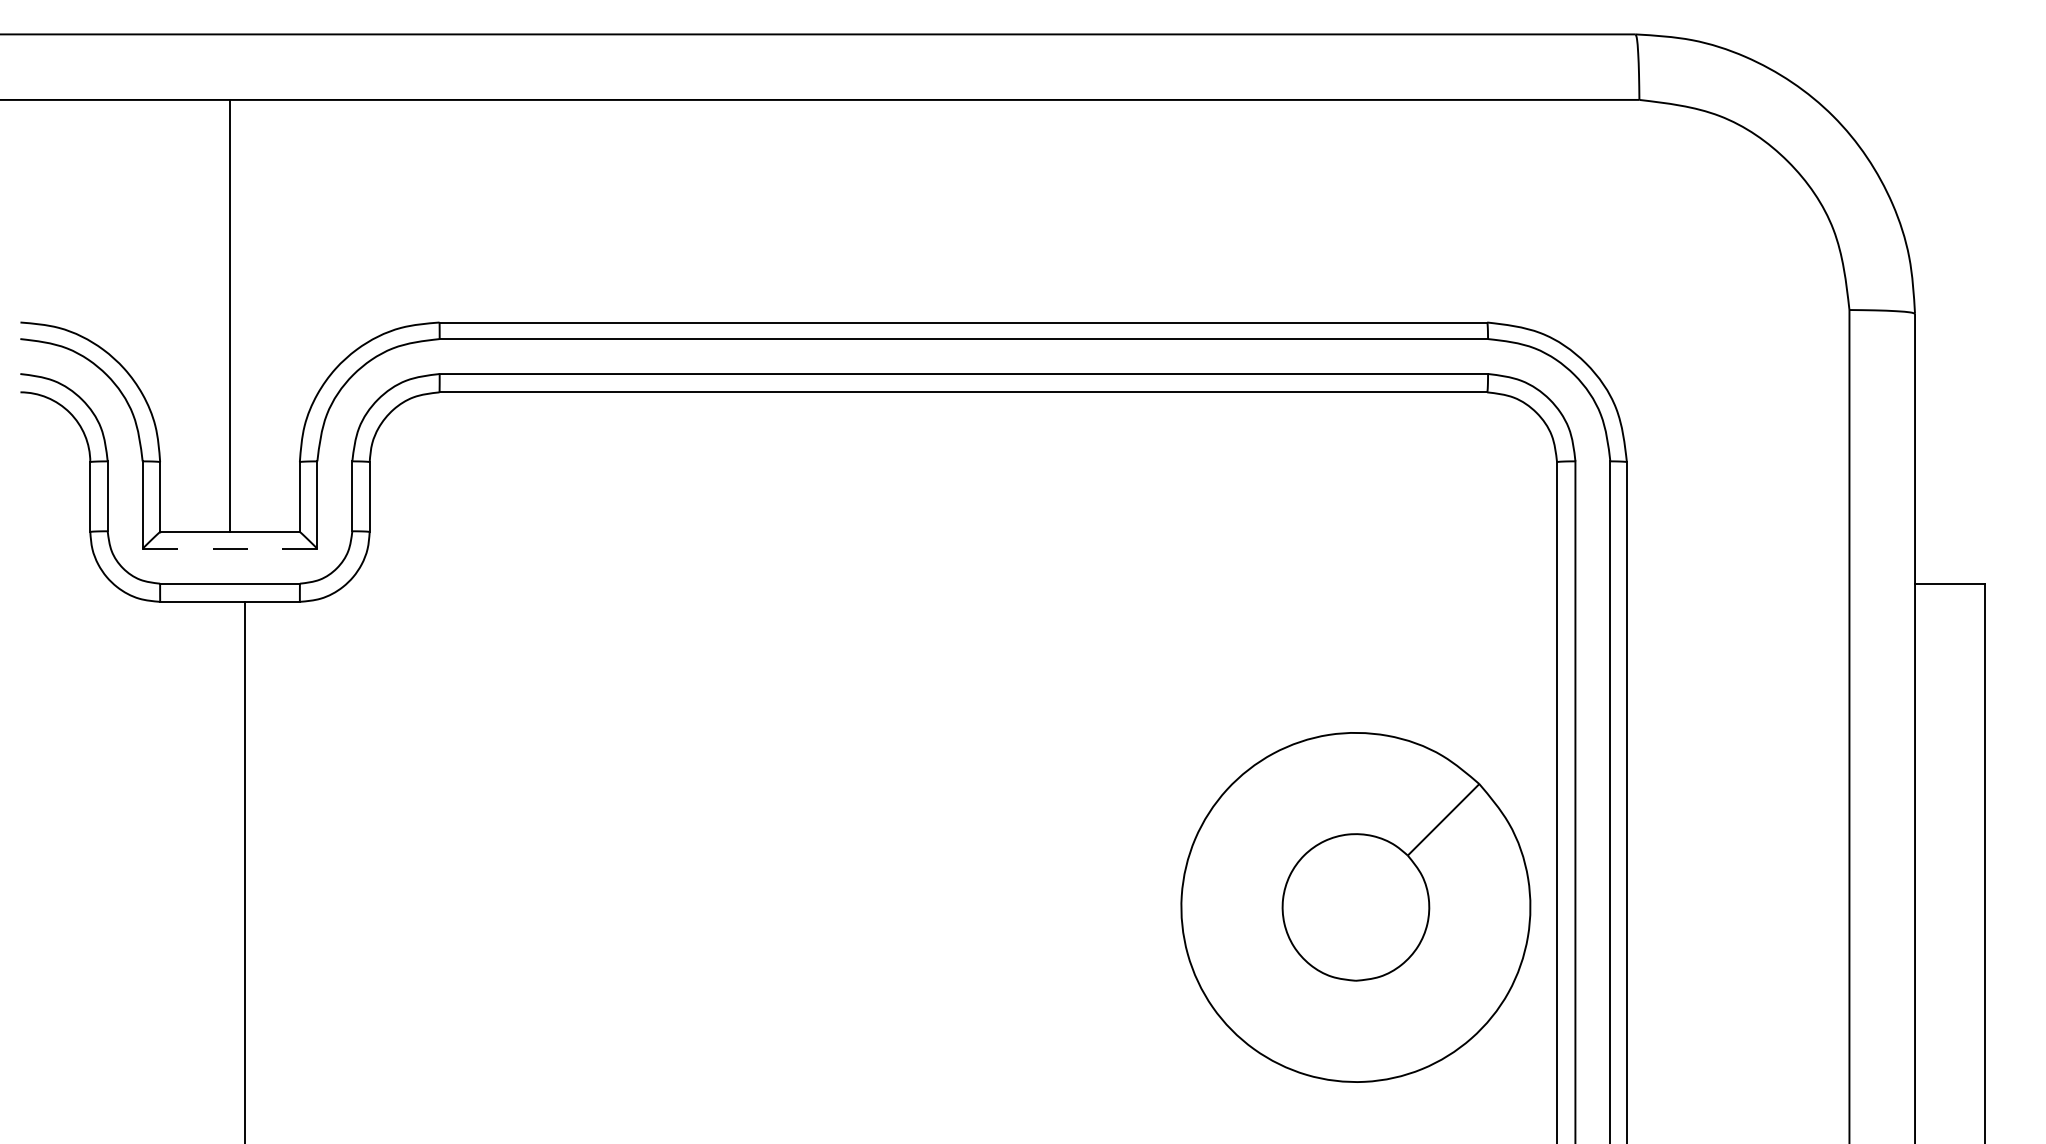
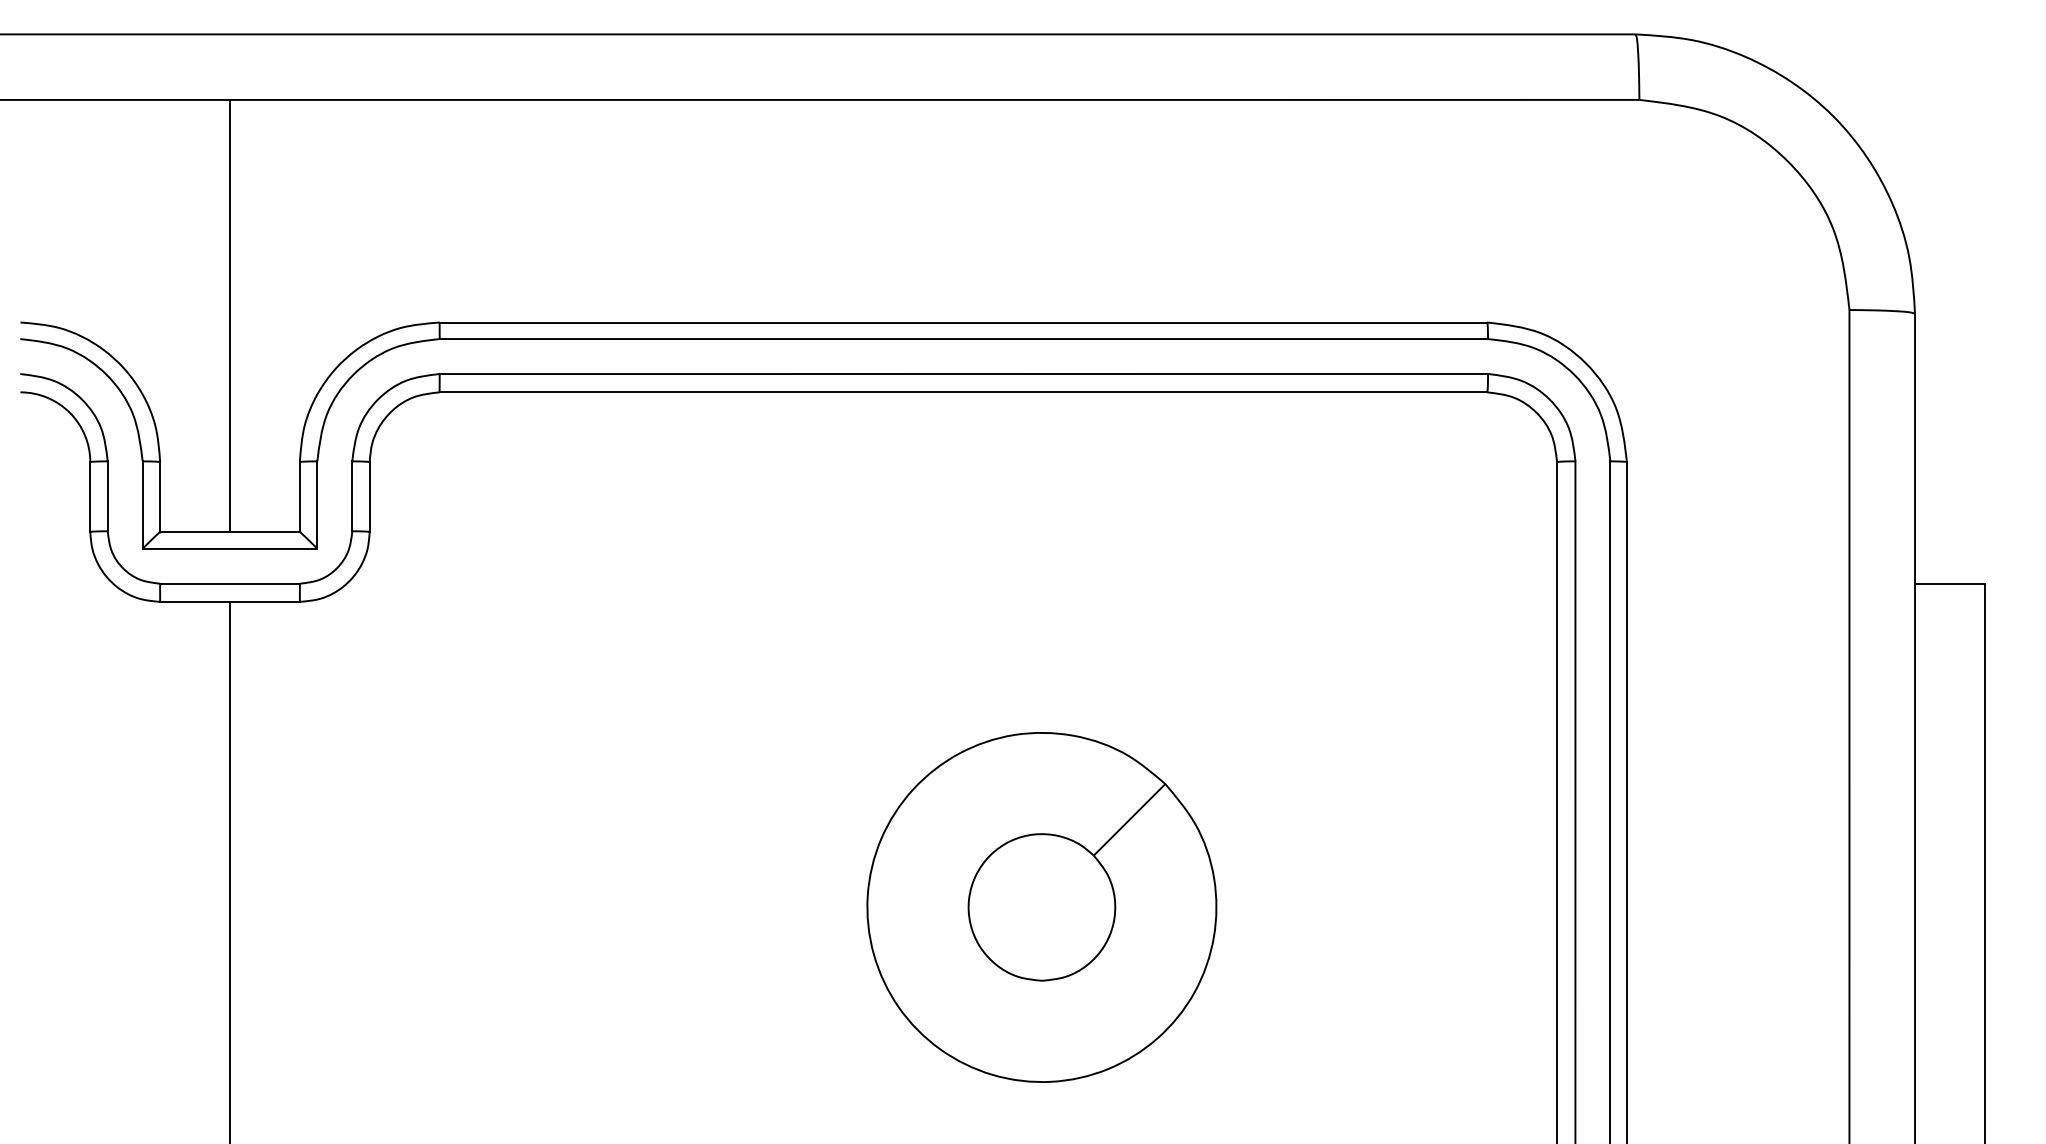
line at (229, 548): dashed -> solid
line at (245, 870) position: (245, 870) -> (230, 870)
part at (1355, 907) position: (1355, 907) -> (1041, 907)
